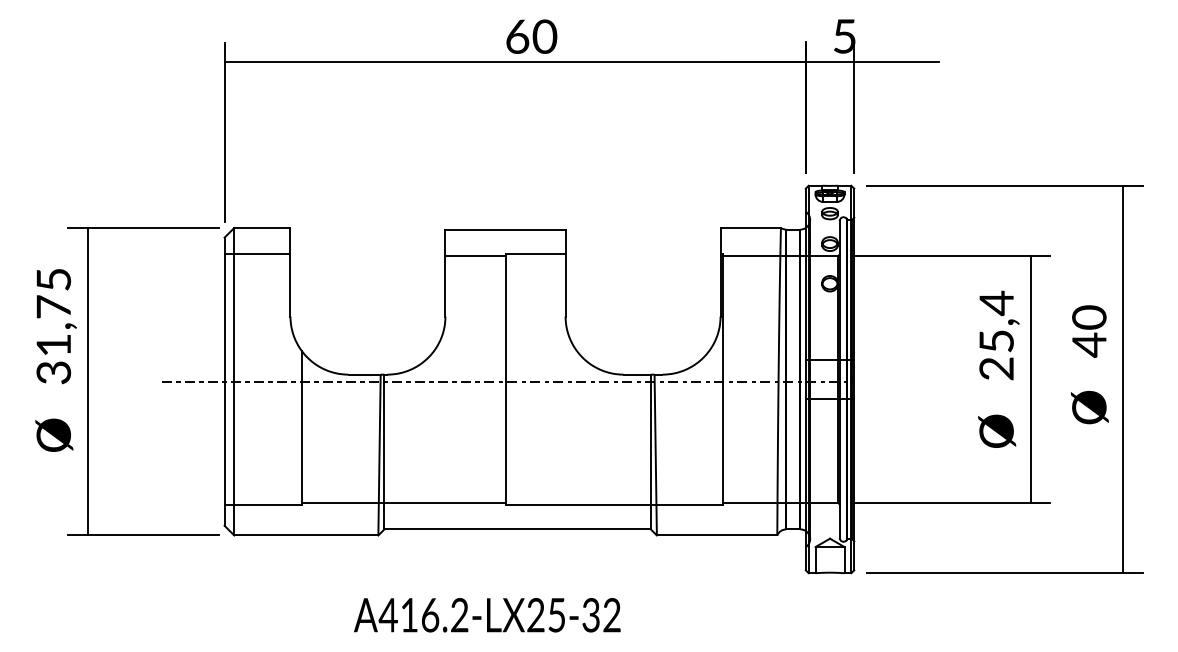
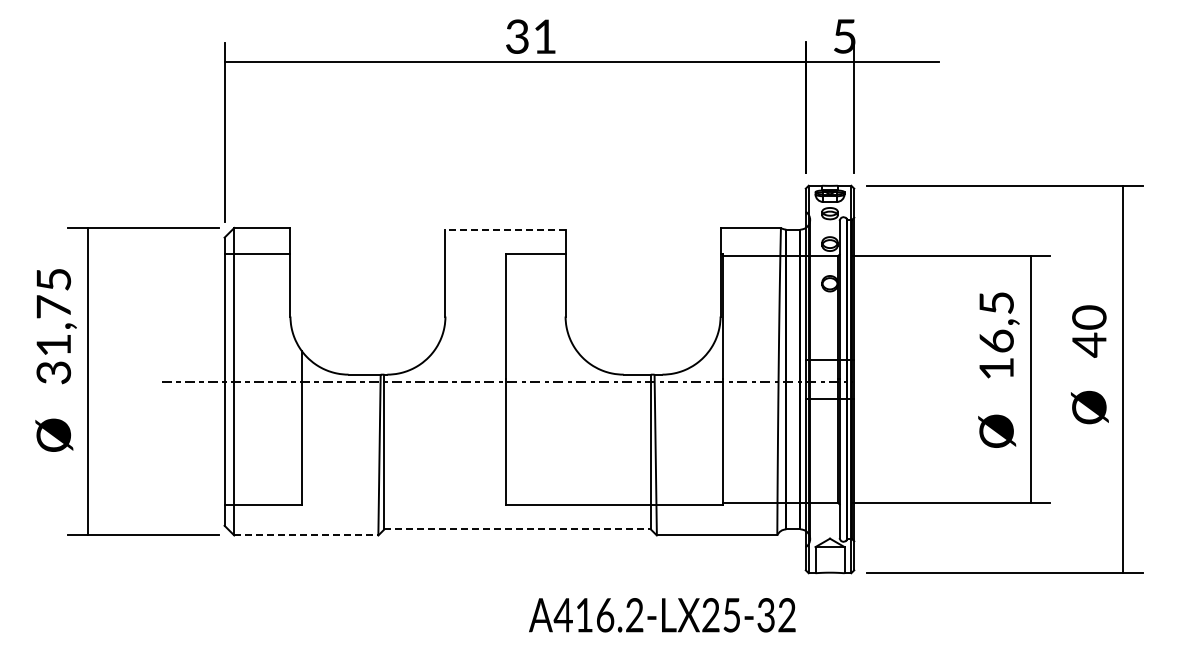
text at (531, 36): 60 -> 31
line at (505, 229): solid -> dashed
line at (475, 256): present -> none
text at (996, 335): 25,4 -> 16,5
line at (403, 502): present -> none
line at (518, 529): solid -> dashed
line at (306, 535): solid -> dashed
text at (487, 615) position: (487, 615) -> (662, 615)
